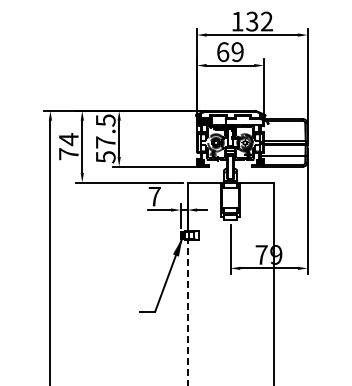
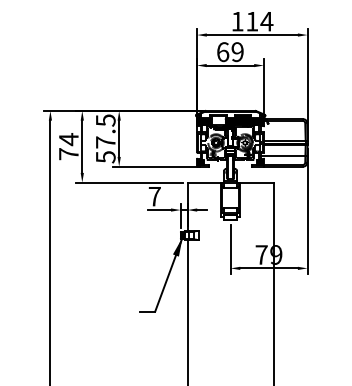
text at (259, 21): 132 -> 114
hatch at (243, 120): none -> present
line at (187, 312): dashed -> solid
